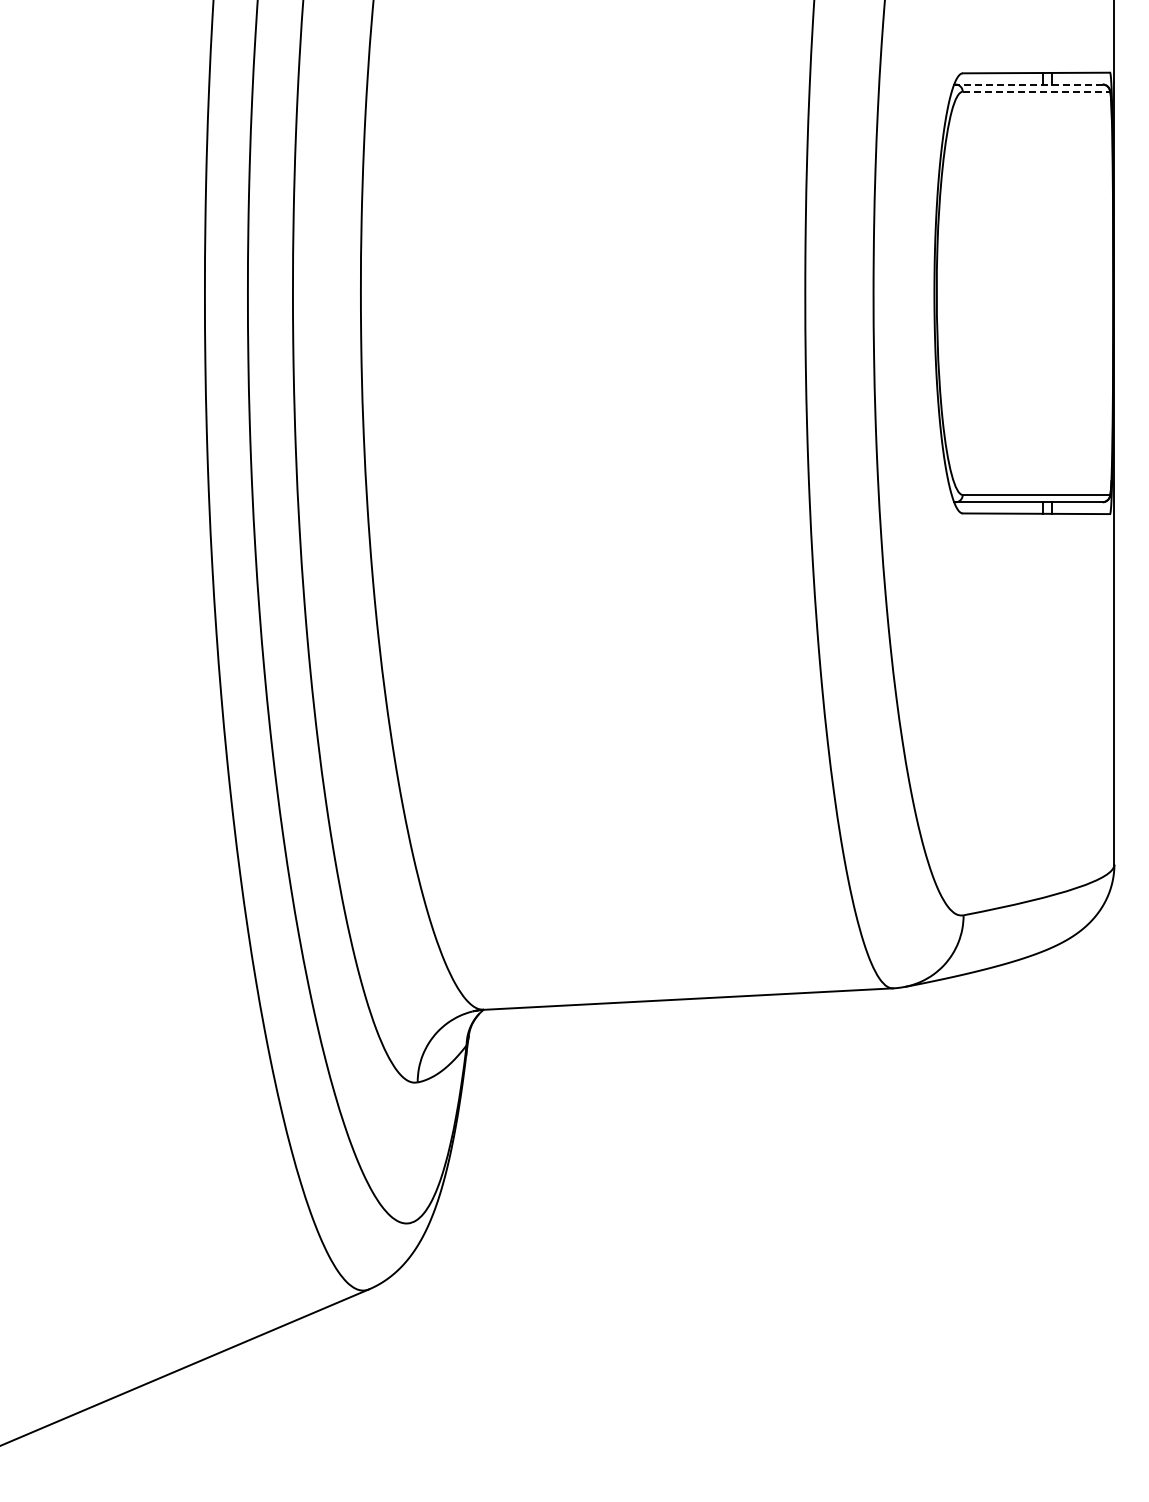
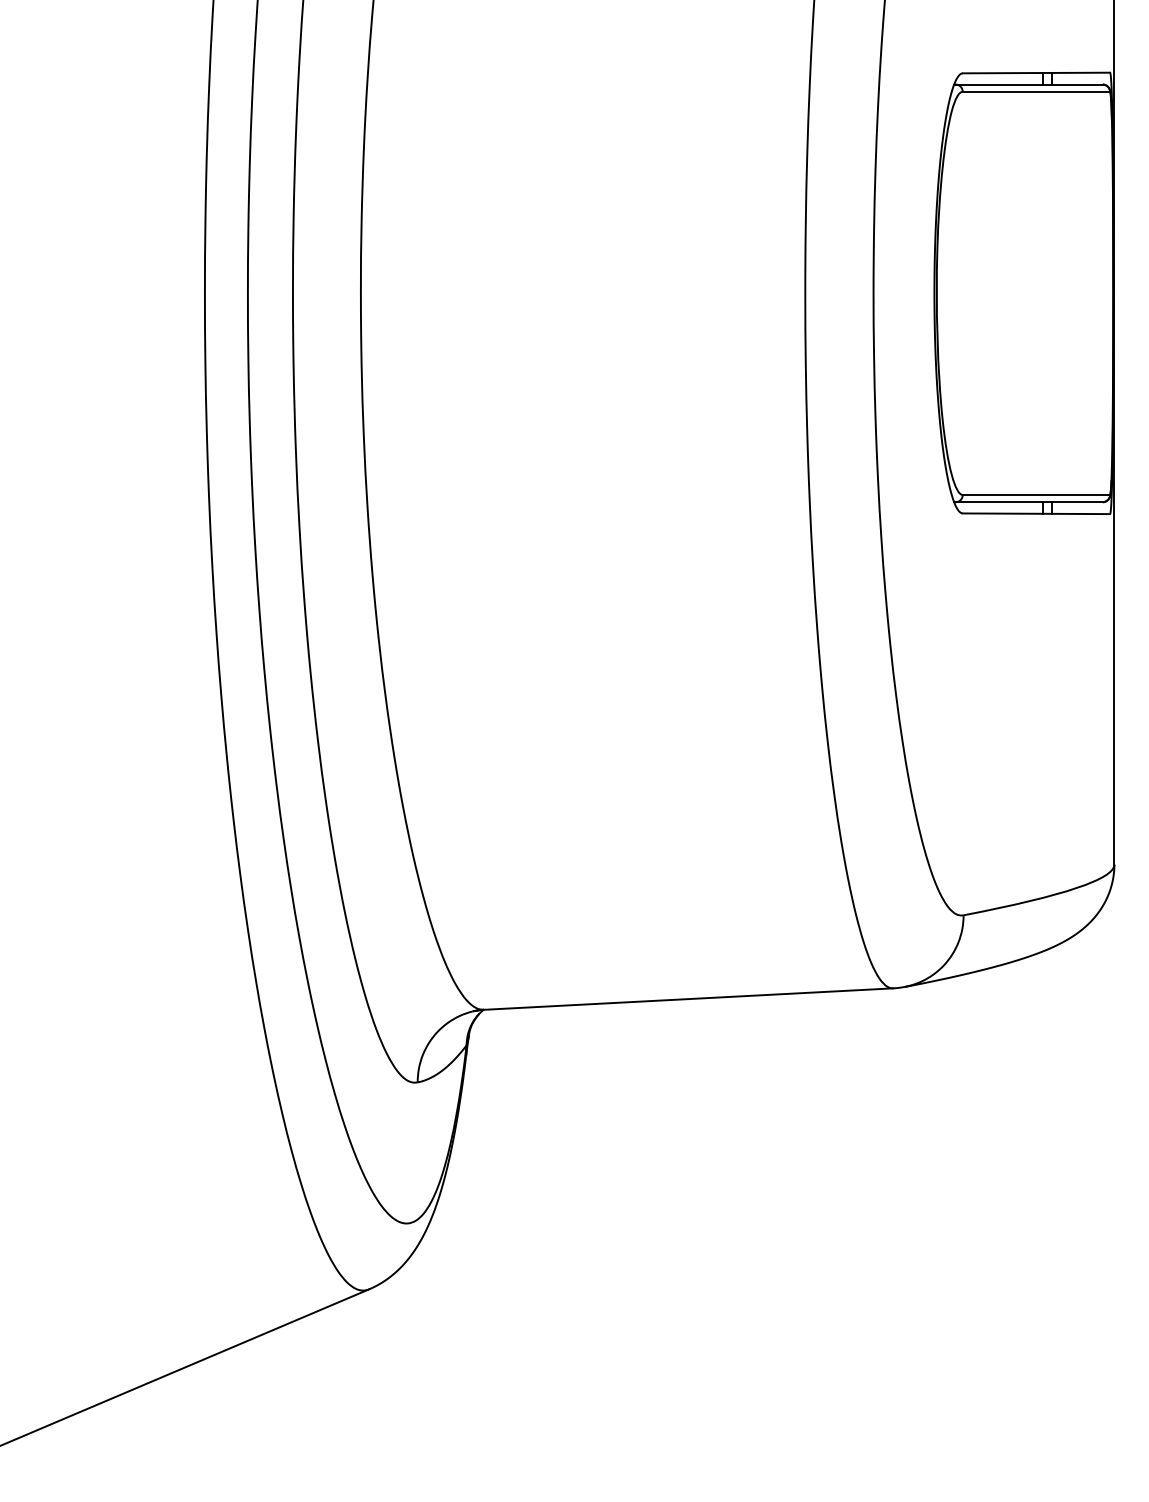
line at (1029, 84): dashed -> solid
line at (1036, 91): dashed -> solid
